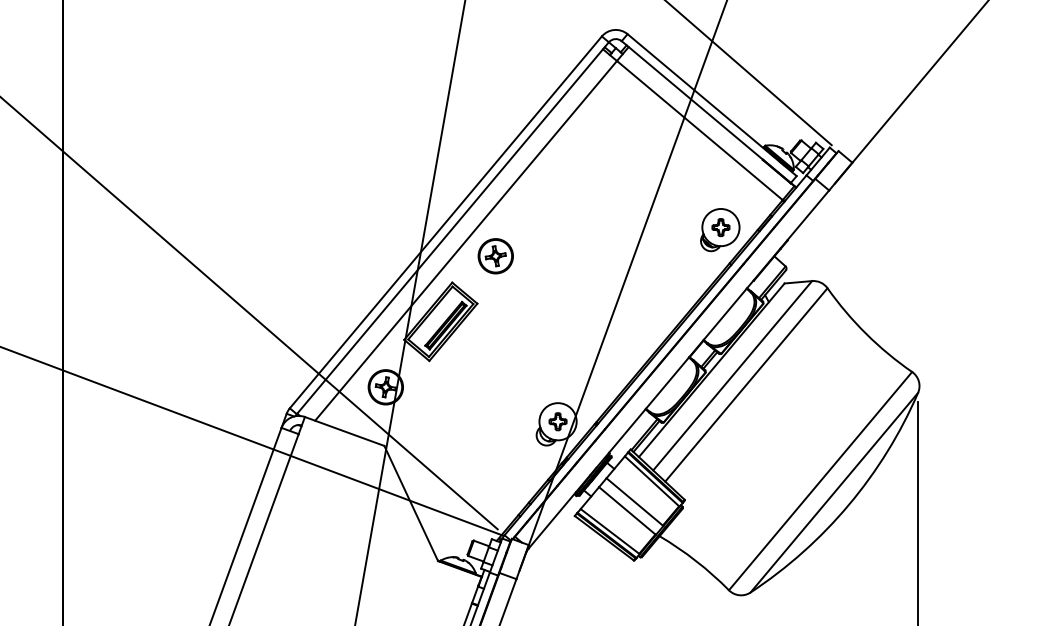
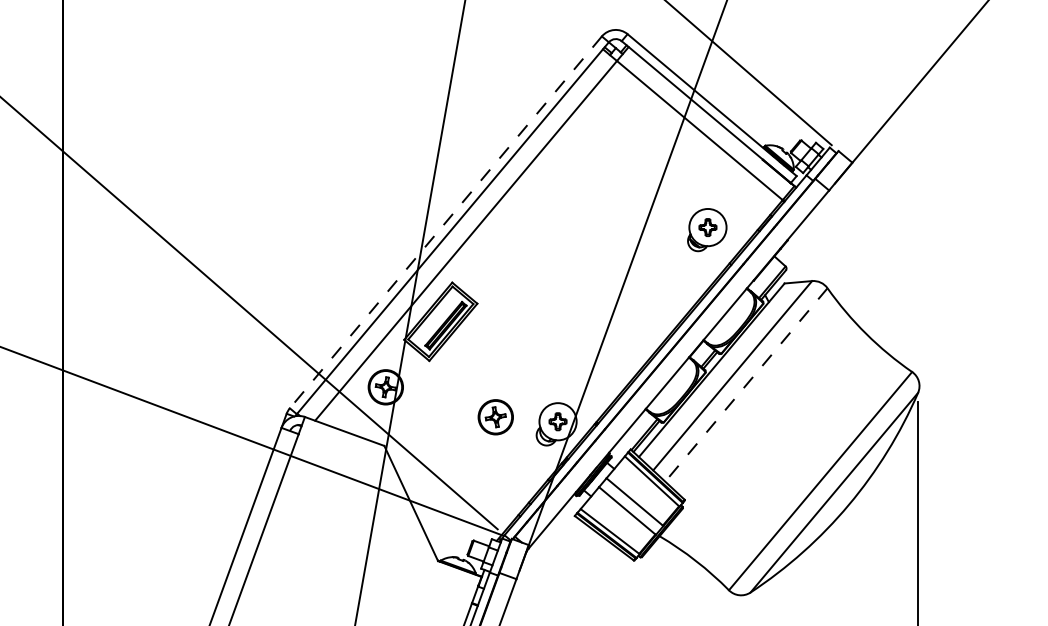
line at (445, 222): solid -> dashed
part at (720, 230) position: (720, 230) -> (707, 230)
part at (495, 256) position: (495, 256) -> (495, 417)
line at (746, 385): solid -> dashed
